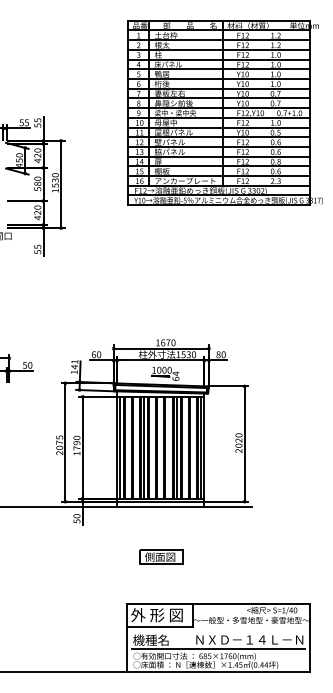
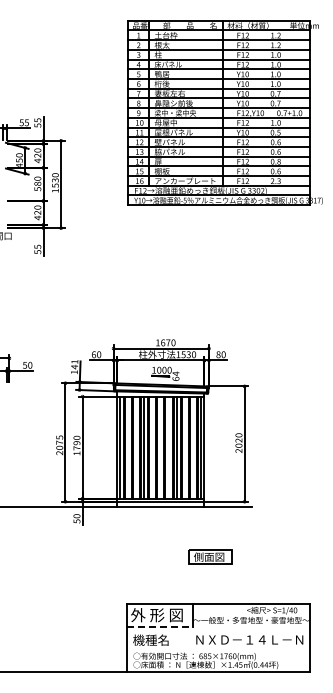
part at (161, 556) position: (161, 556) -> (210, 556)
line at (159, 626): solid -> dashed
line at (218, 649): present -> none
